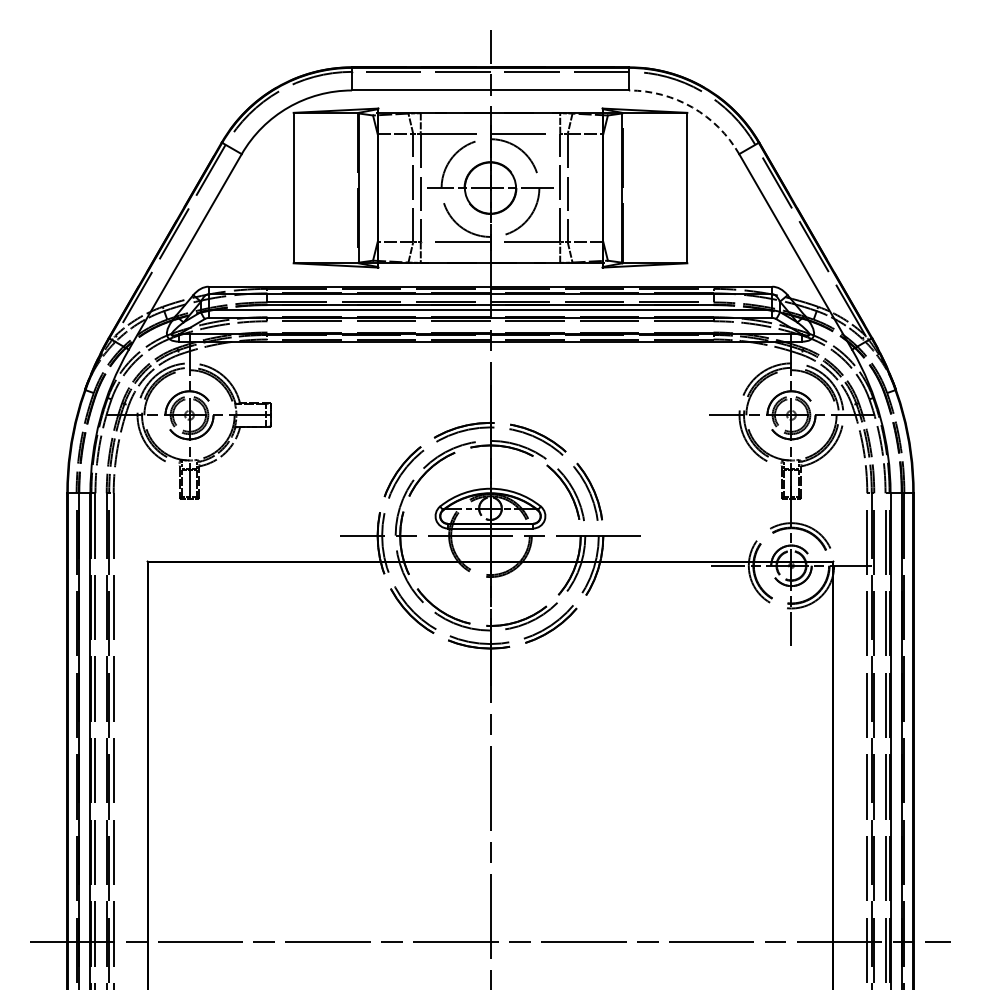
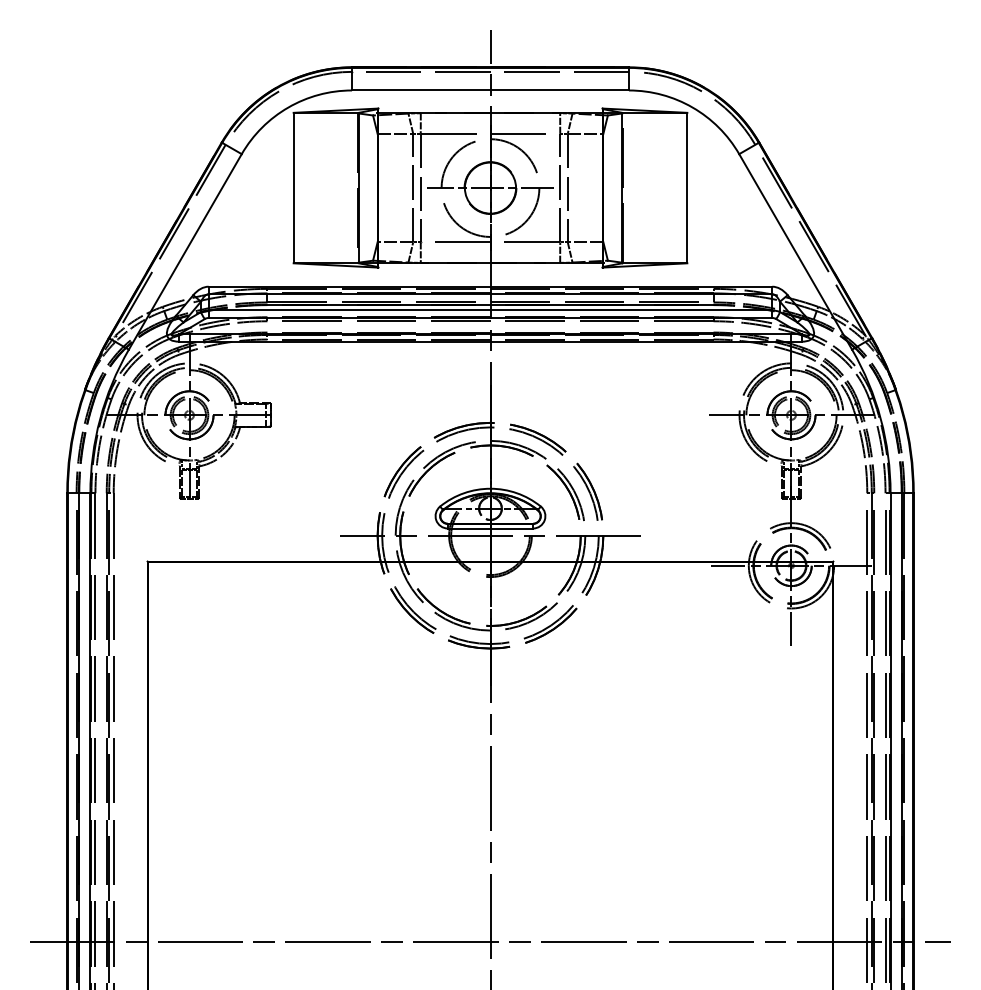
arc at (692, 107): dashed -> solid
